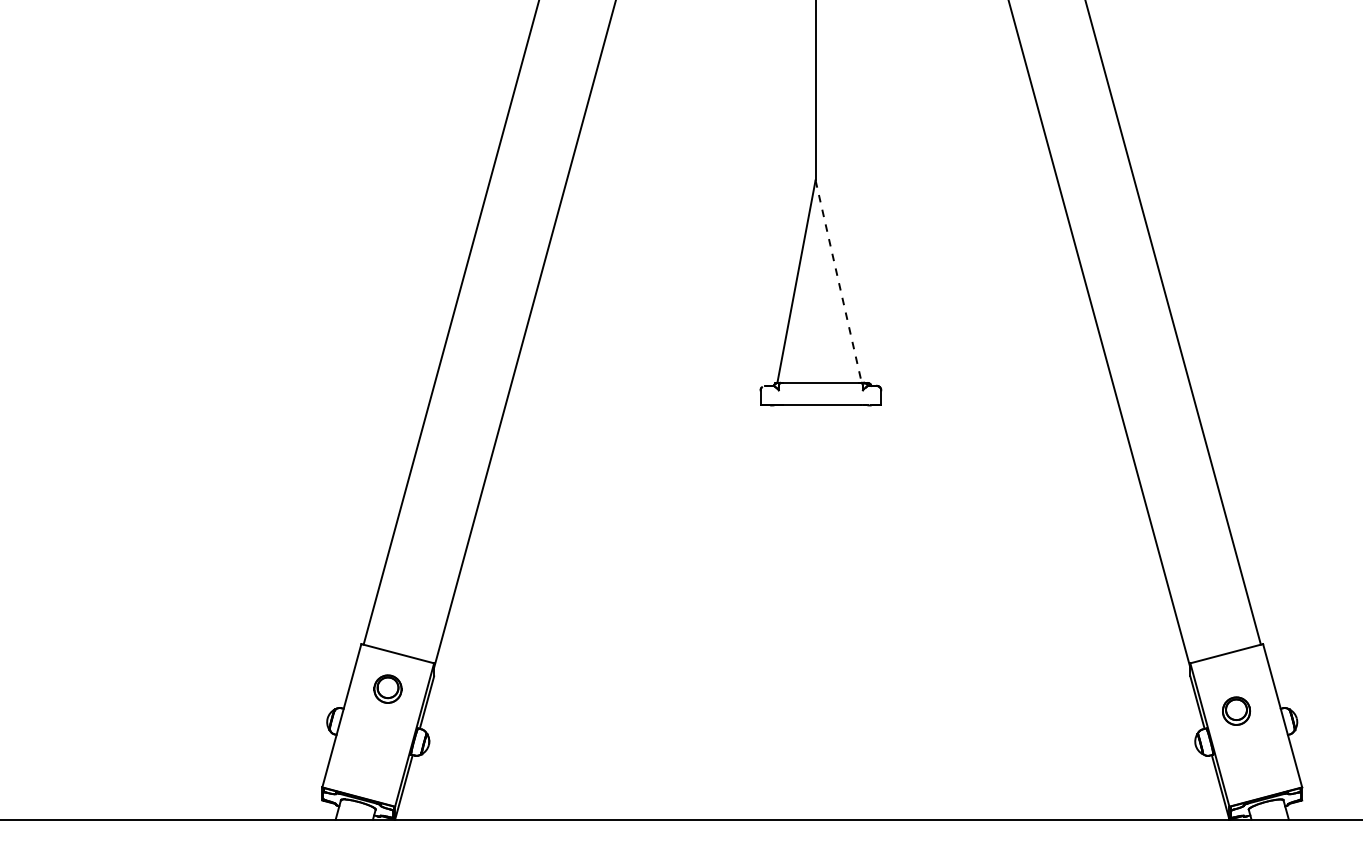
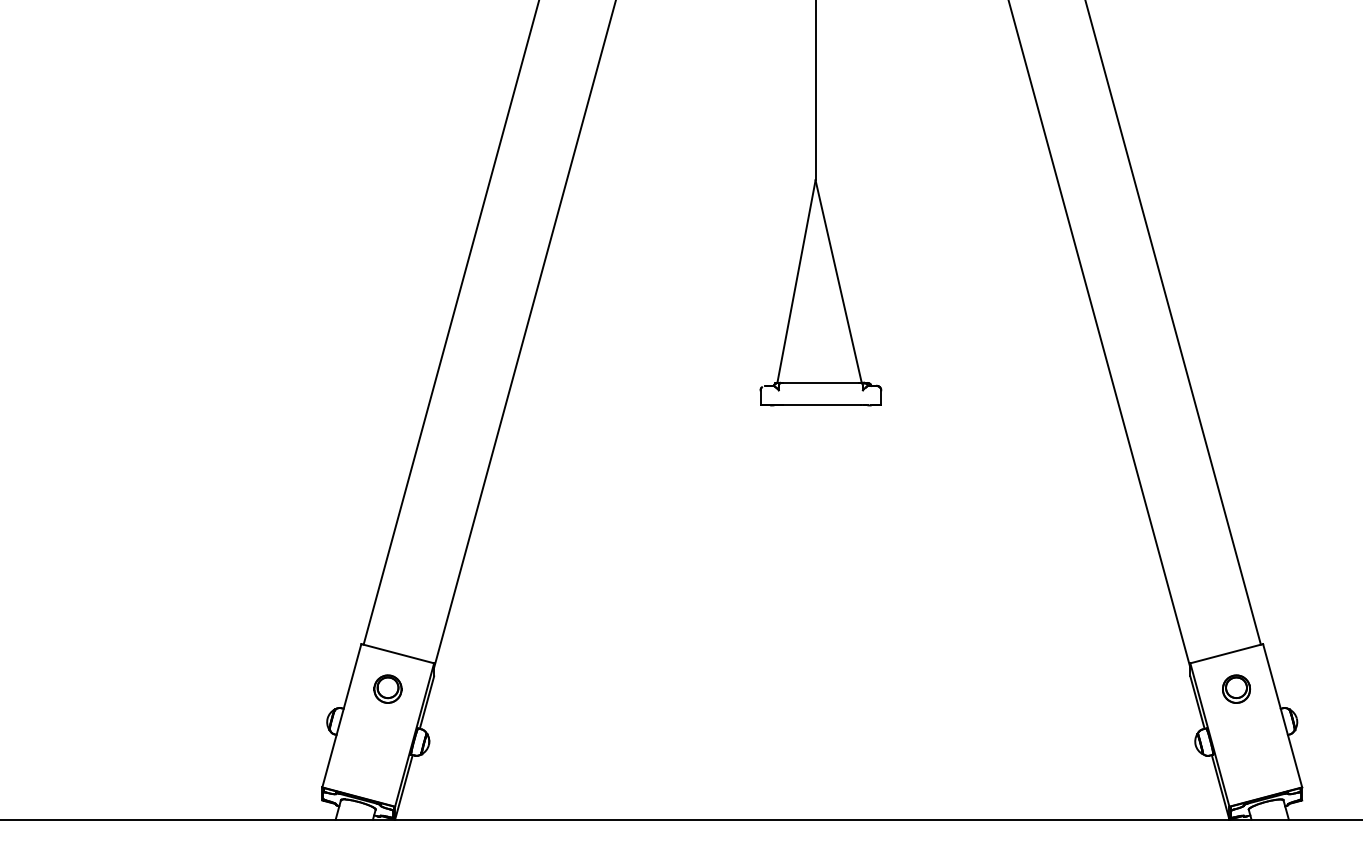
line at (838, 281): dashed -> solid
part at (1236, 710) position: (1236, 710) -> (1236, 688)
